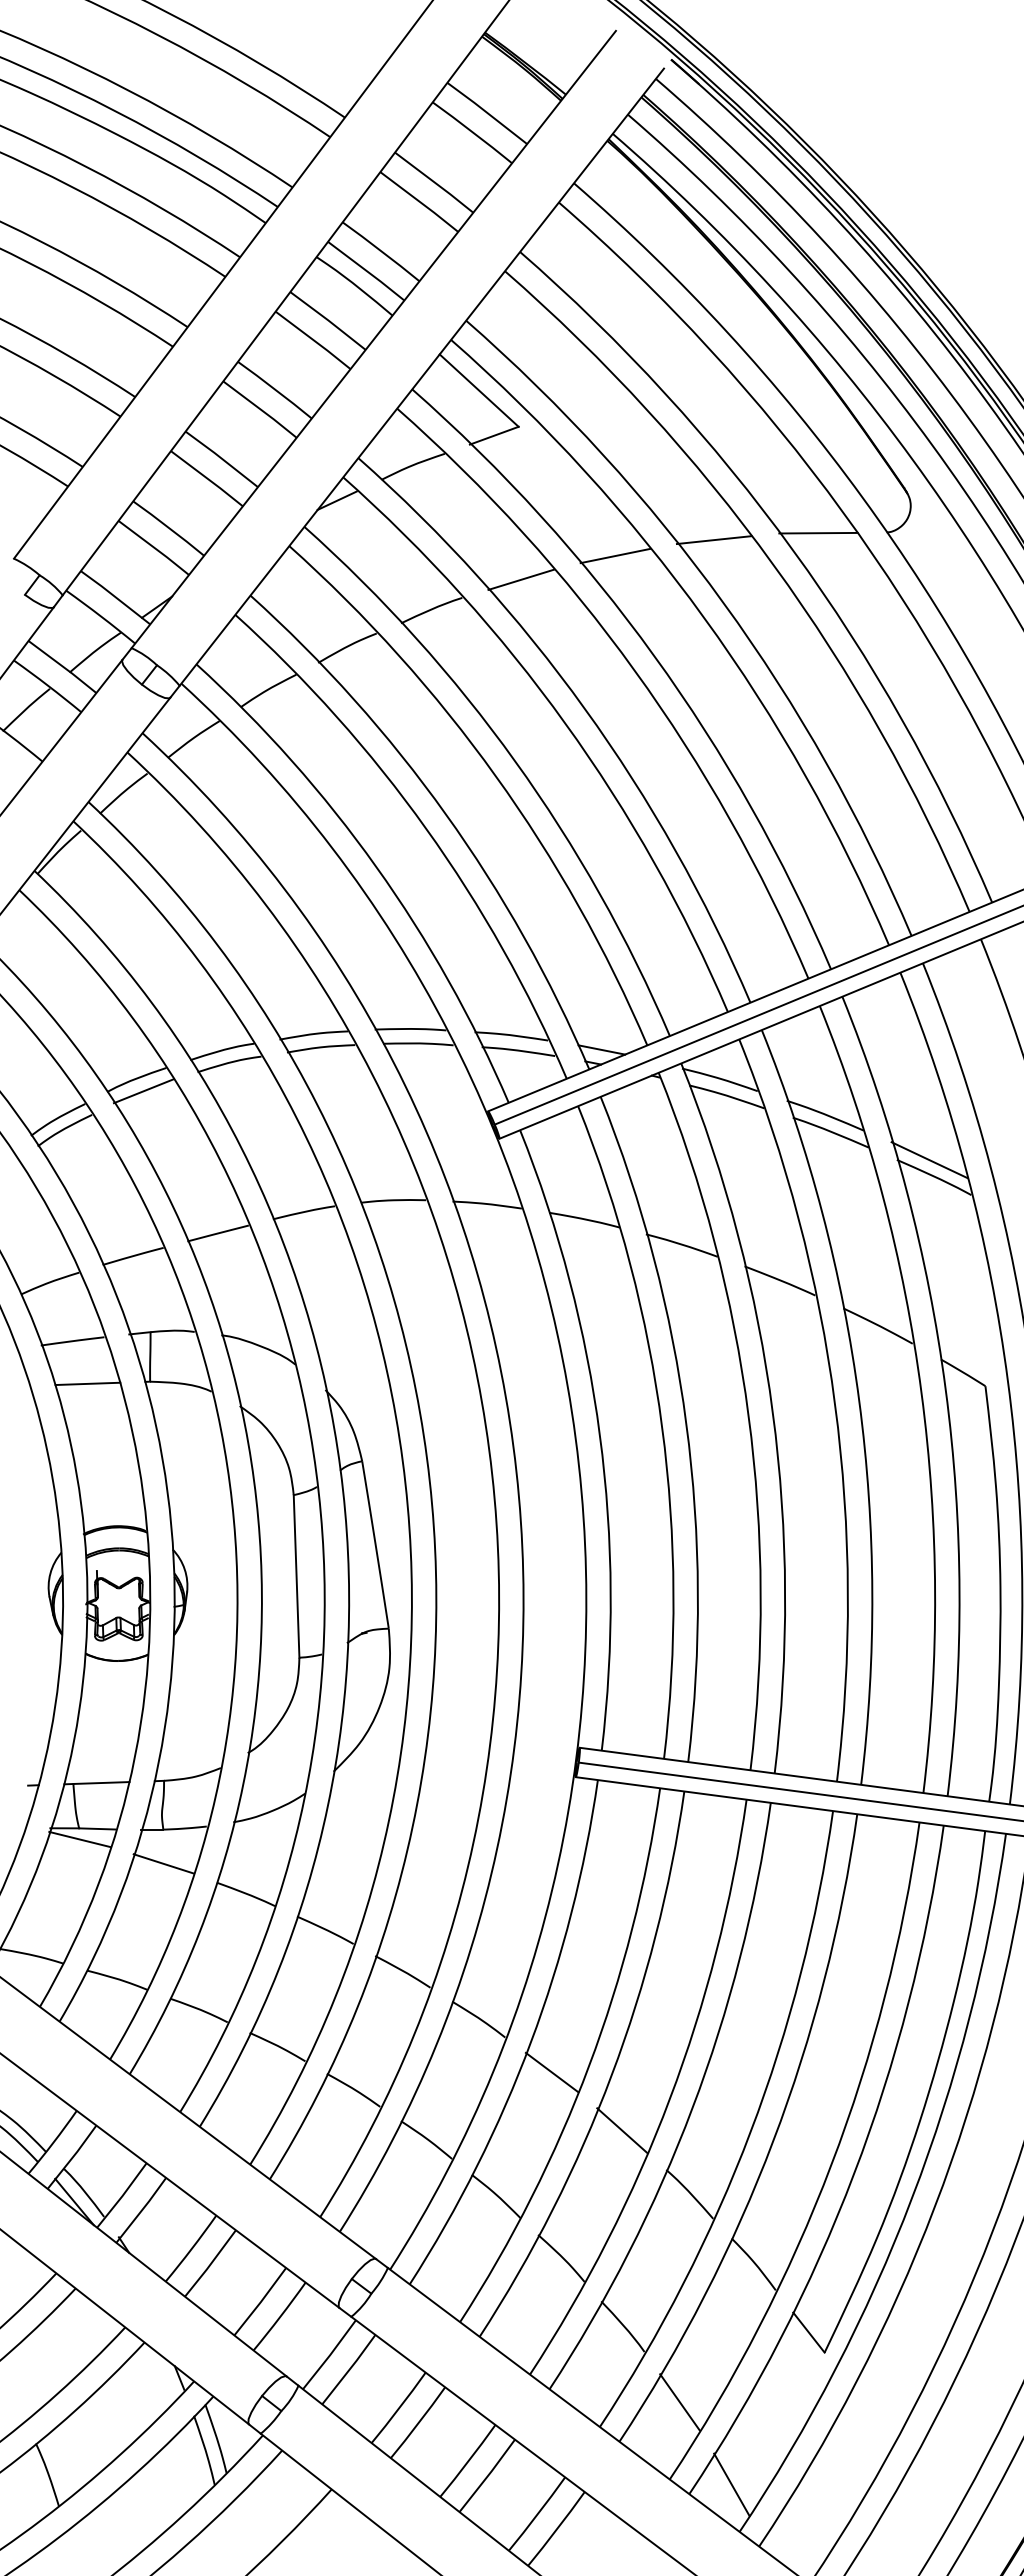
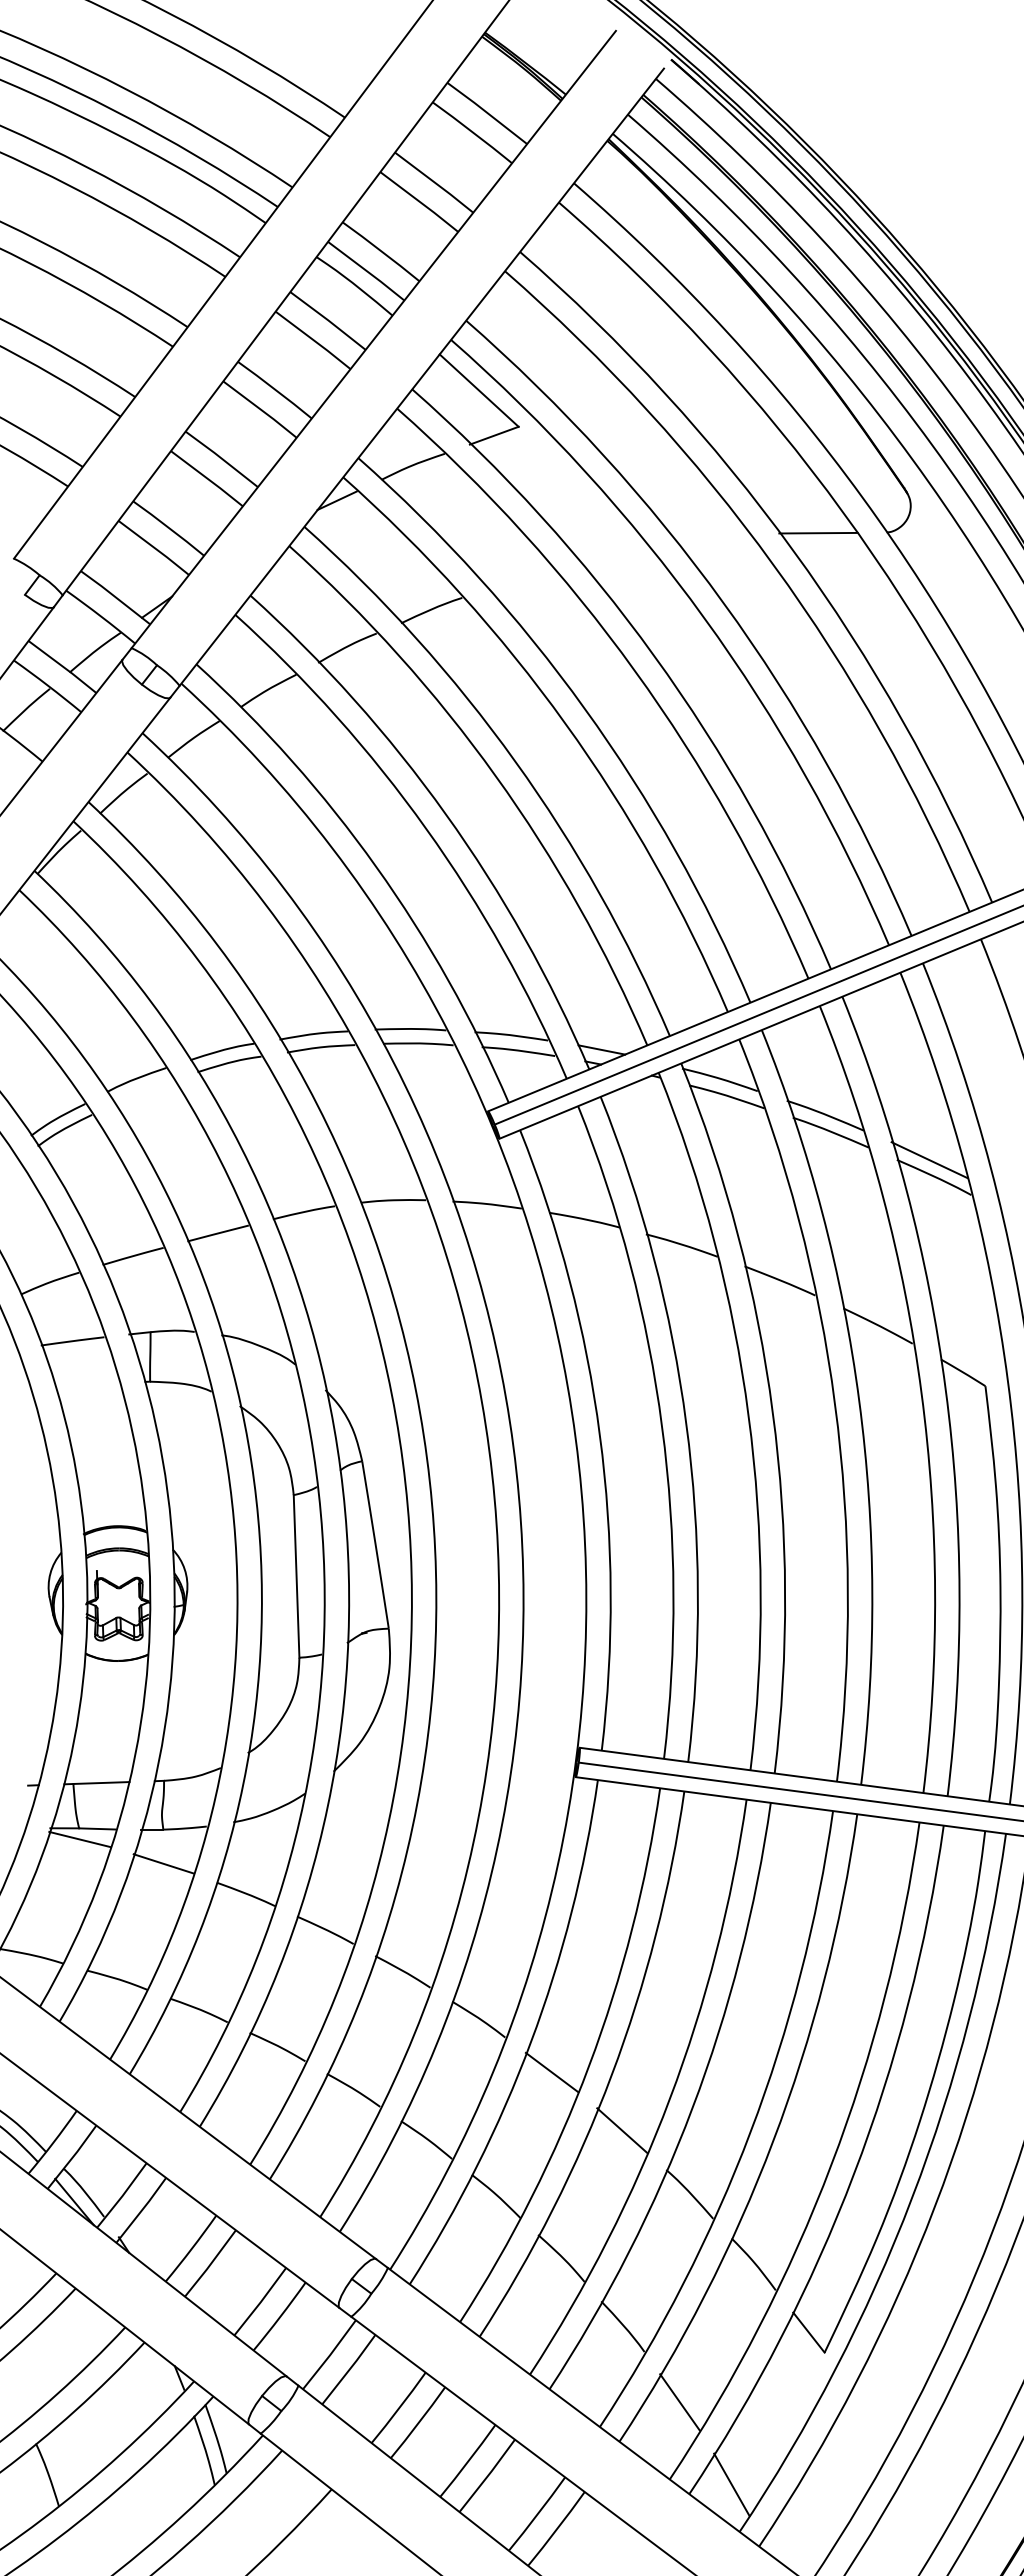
line at (713, 540): present -> none
line at (615, 555): present -> none
line at (520, 579): present -> none
line at (143, 1091): present -> none
line at (87, 1383): present -> none
